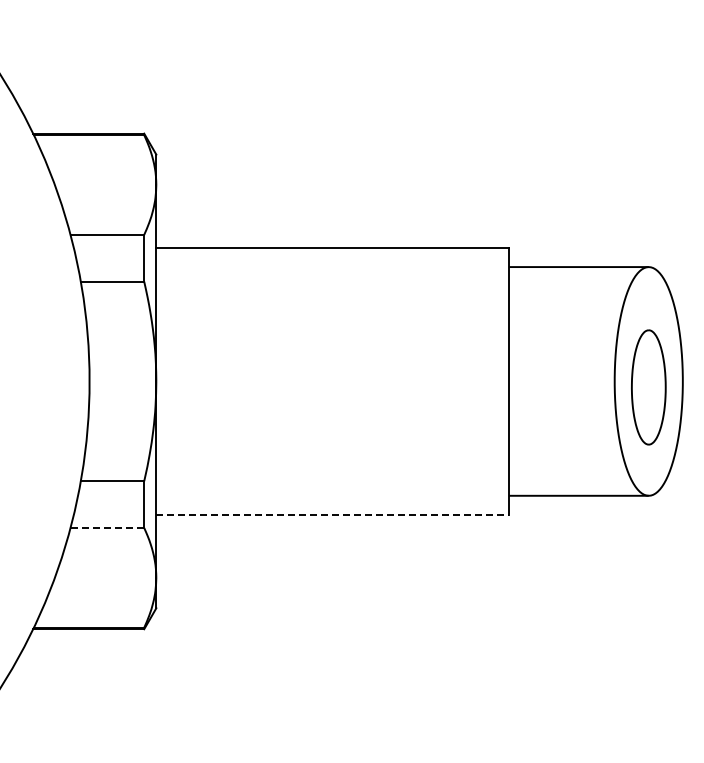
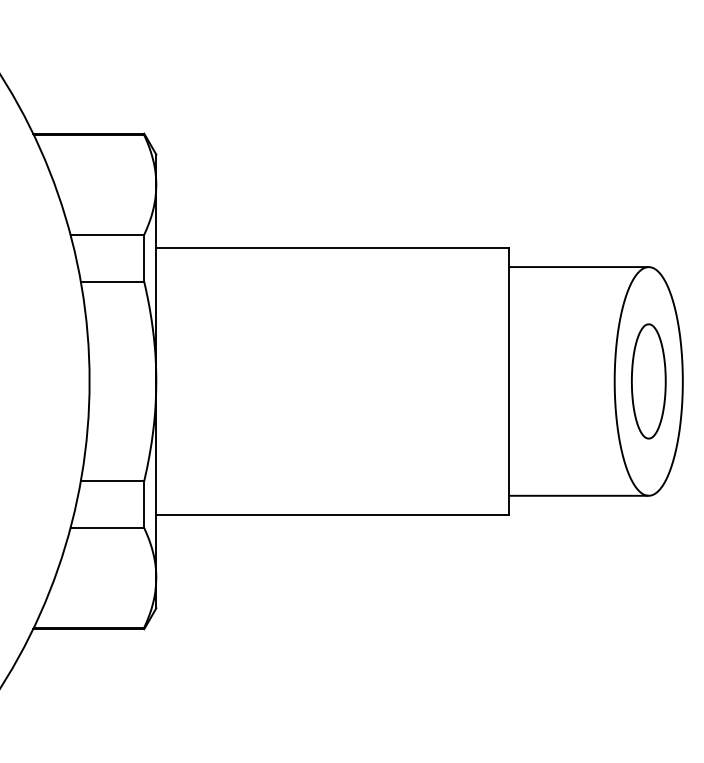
part at (648, 387) position: (648, 387) -> (648, 381)
line at (333, 514): dashed -> solid
line at (107, 528): dashed -> solid
